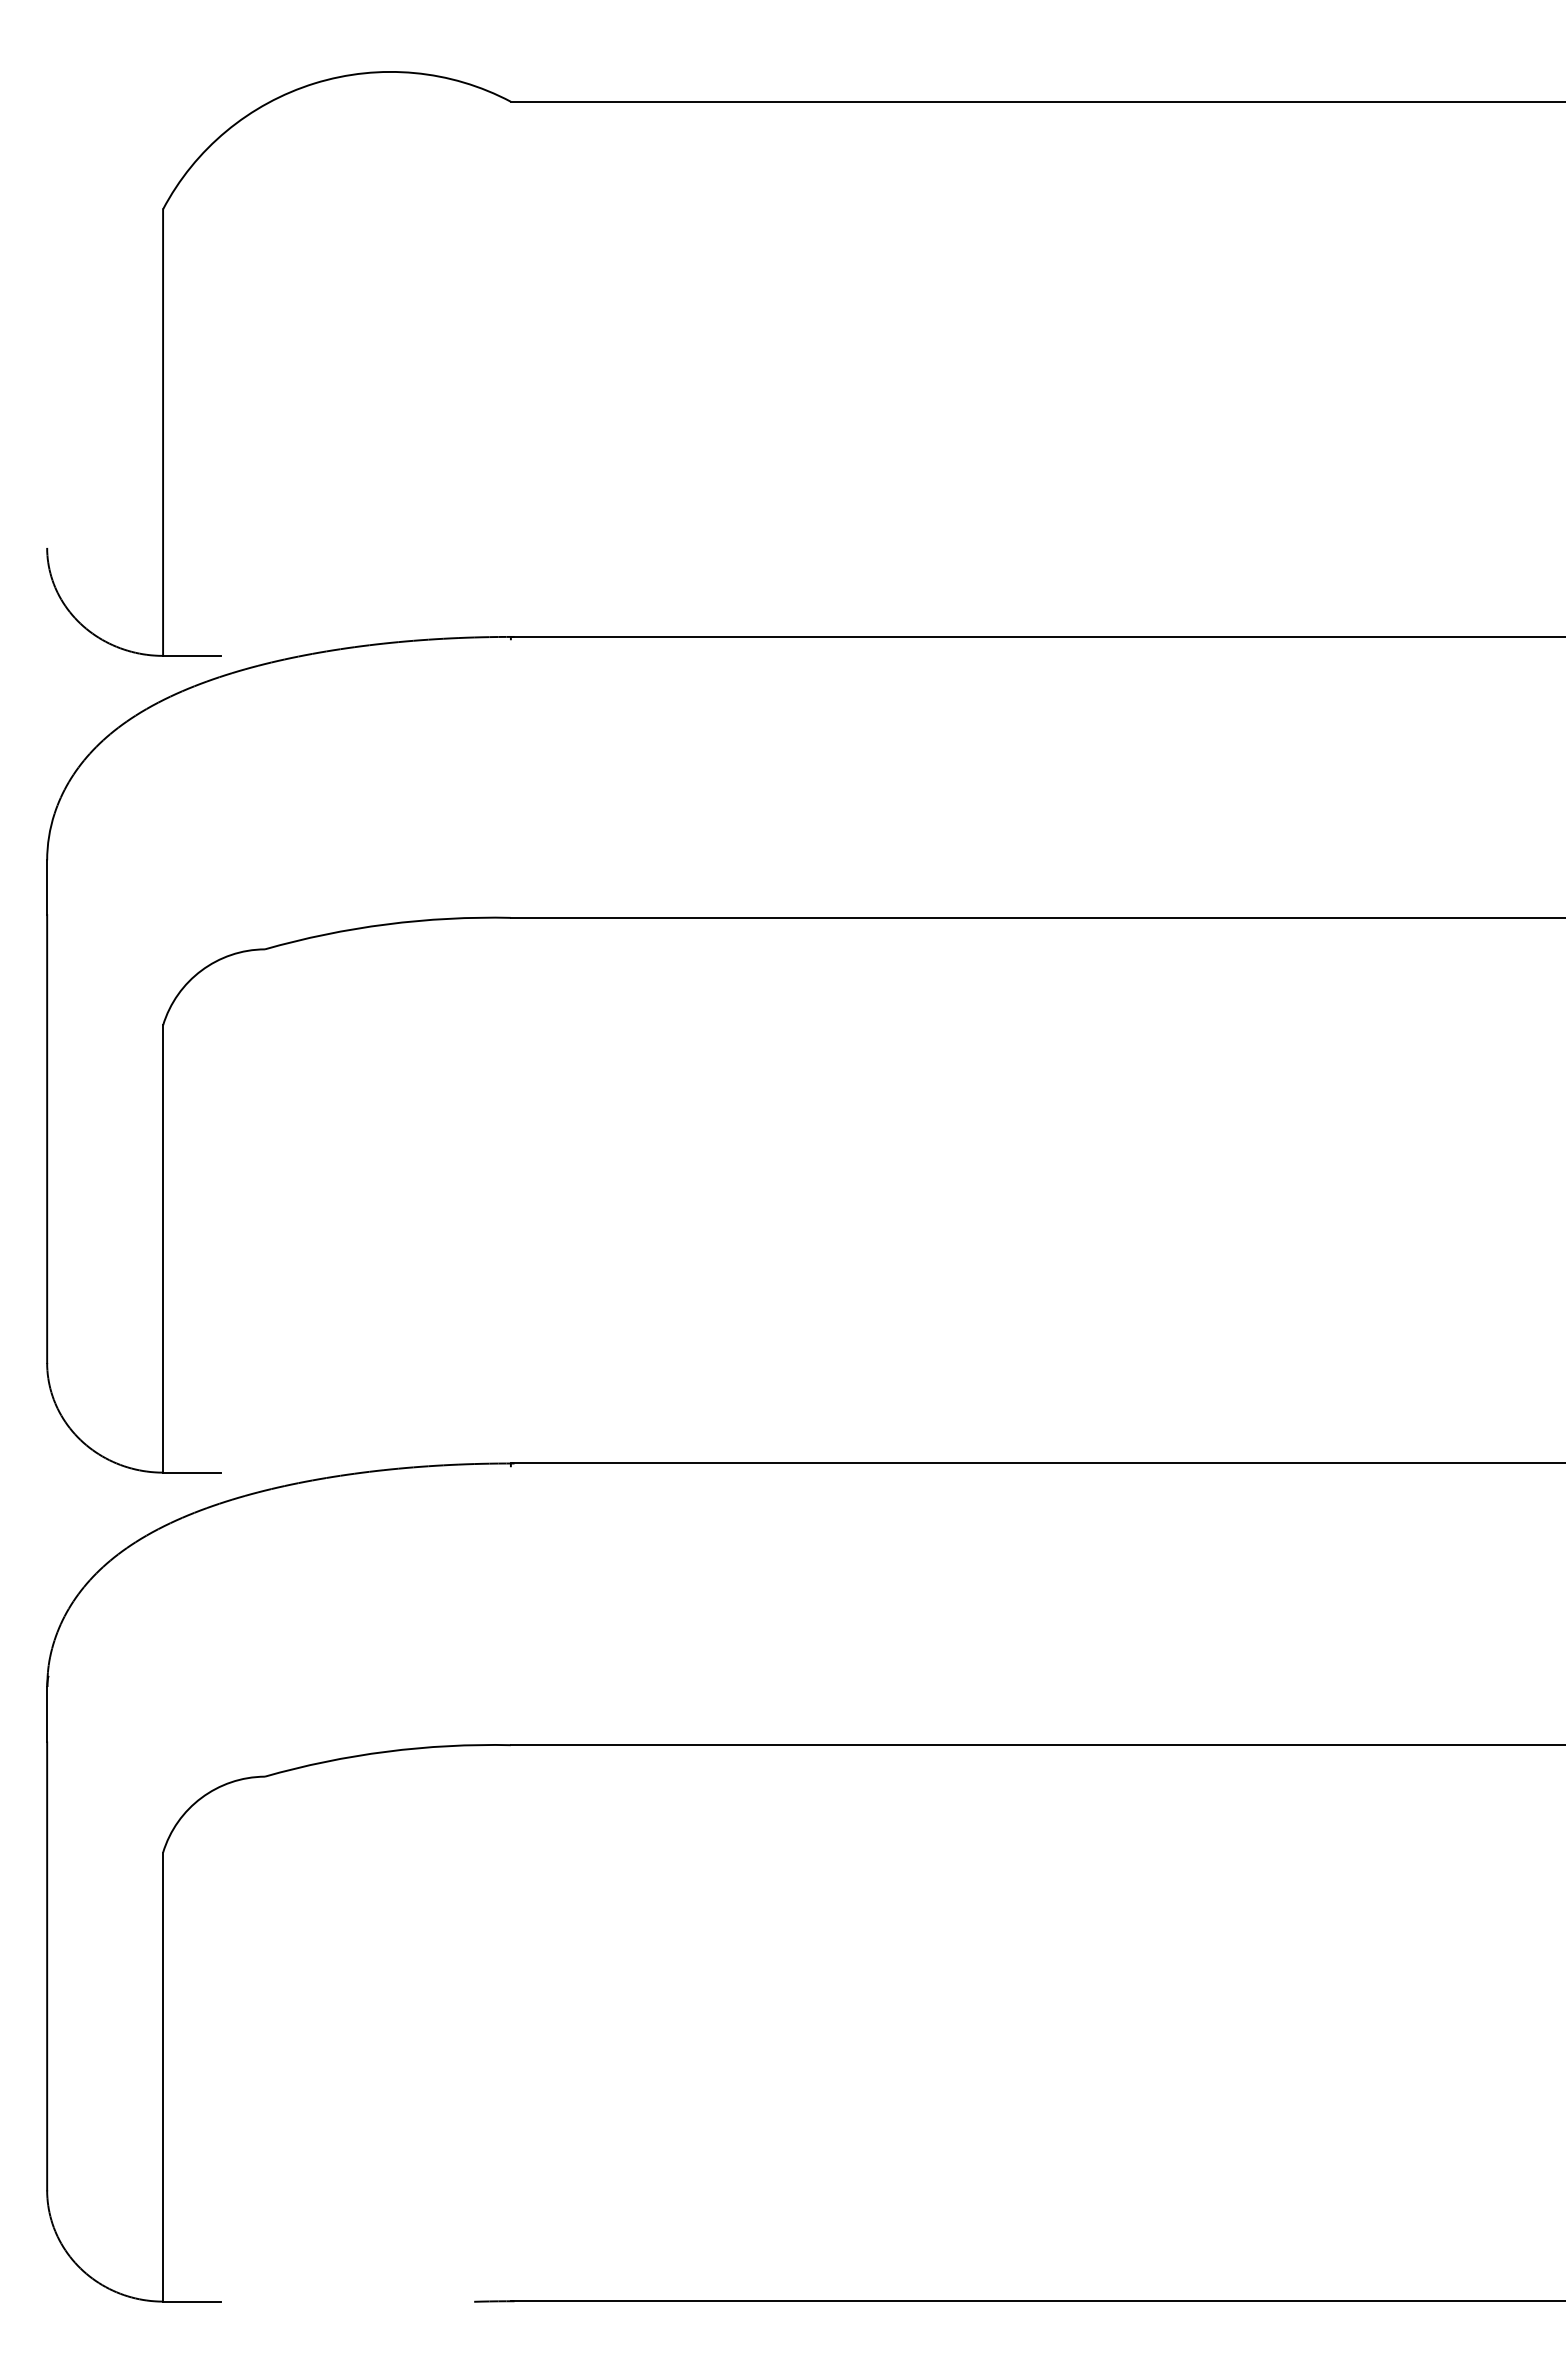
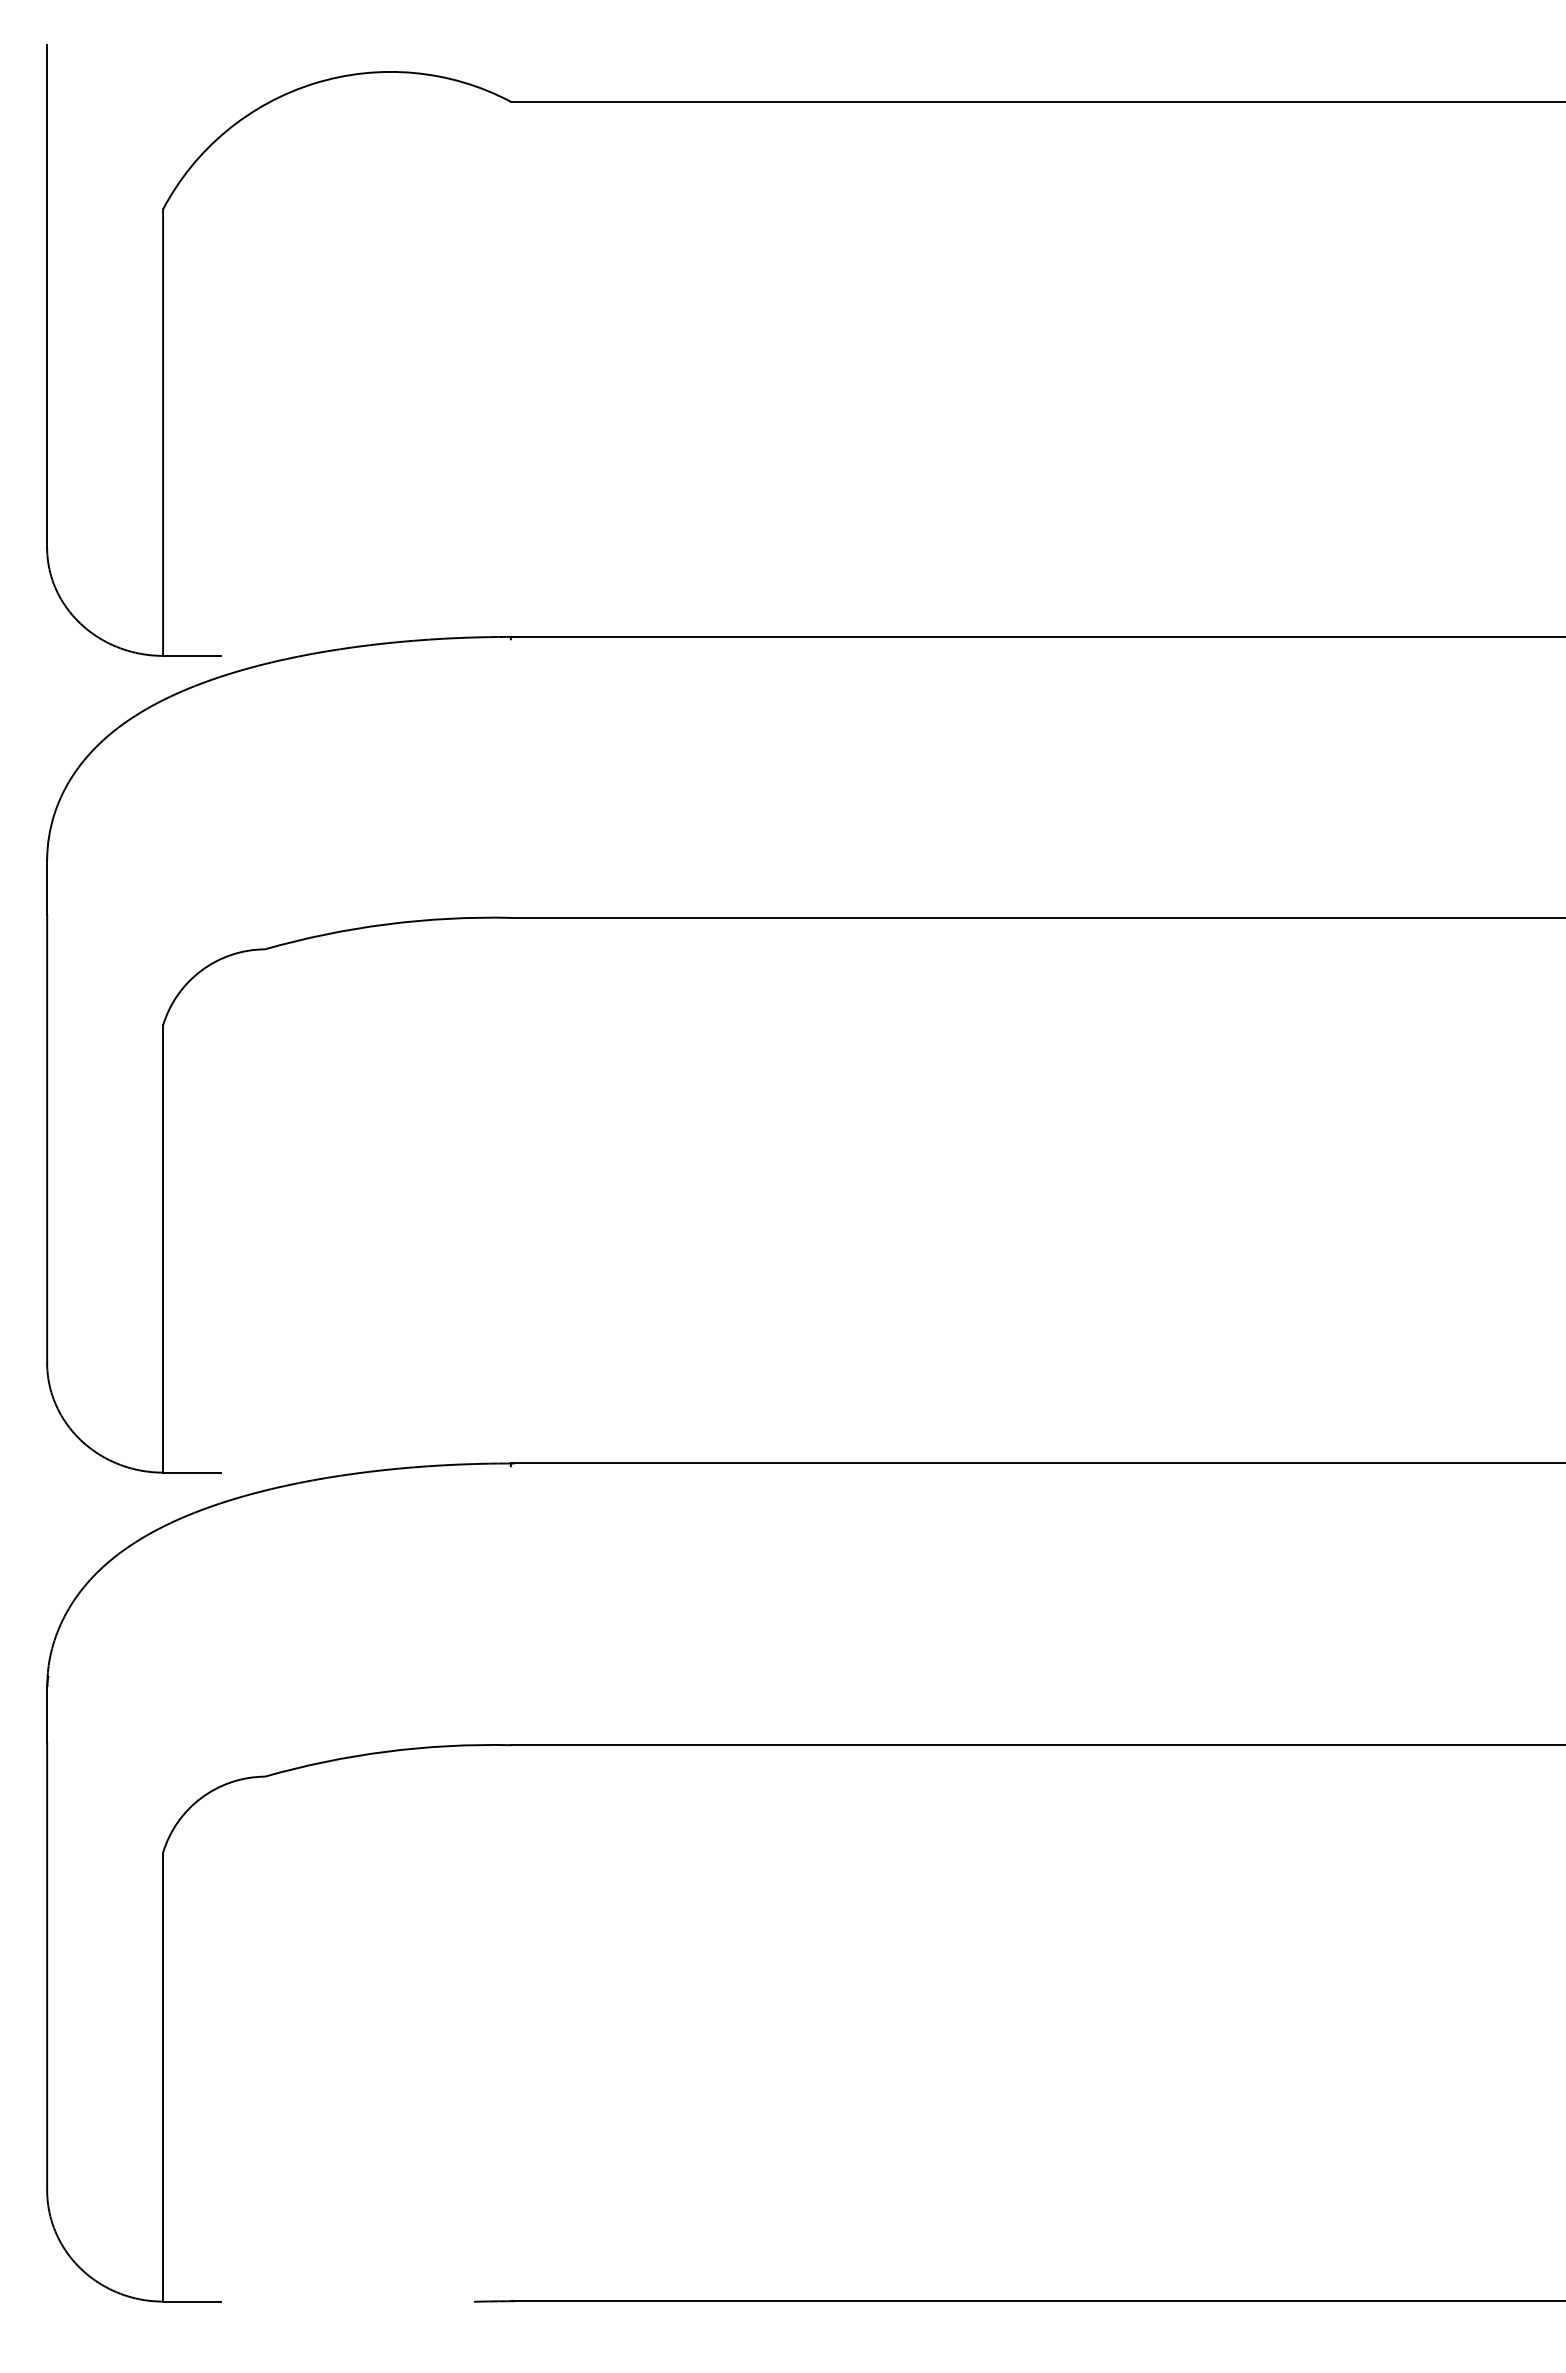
line at (47, 296): none -> present
